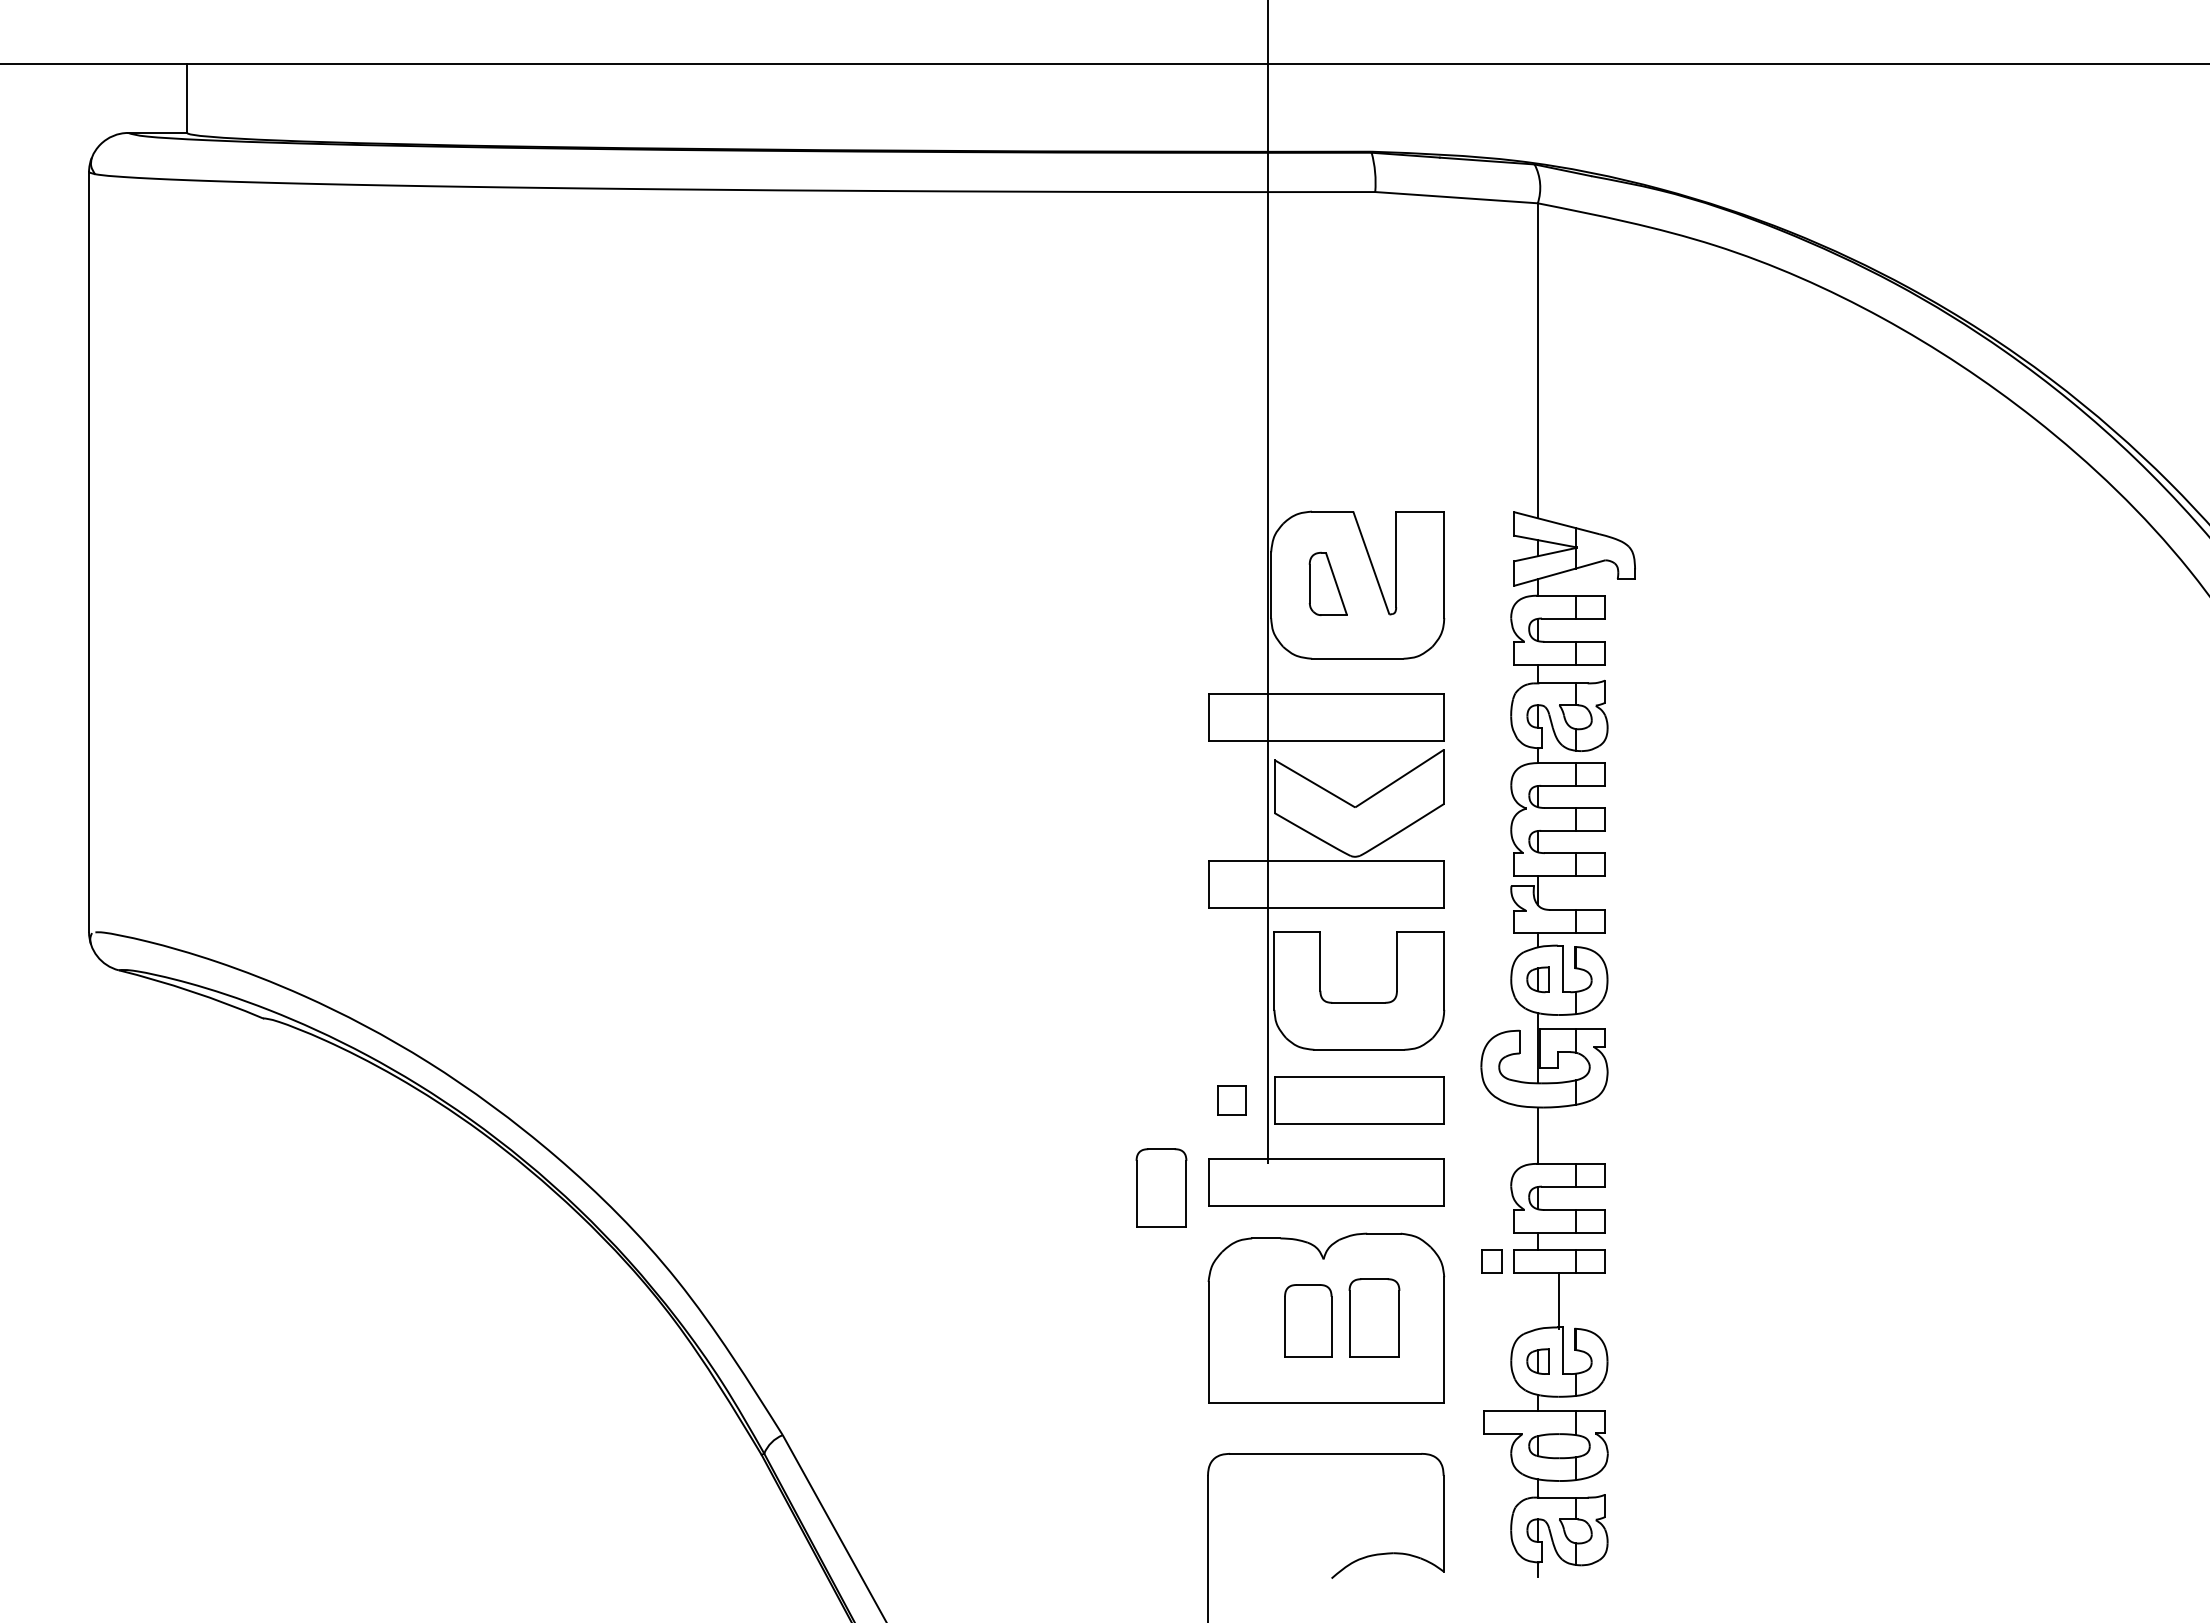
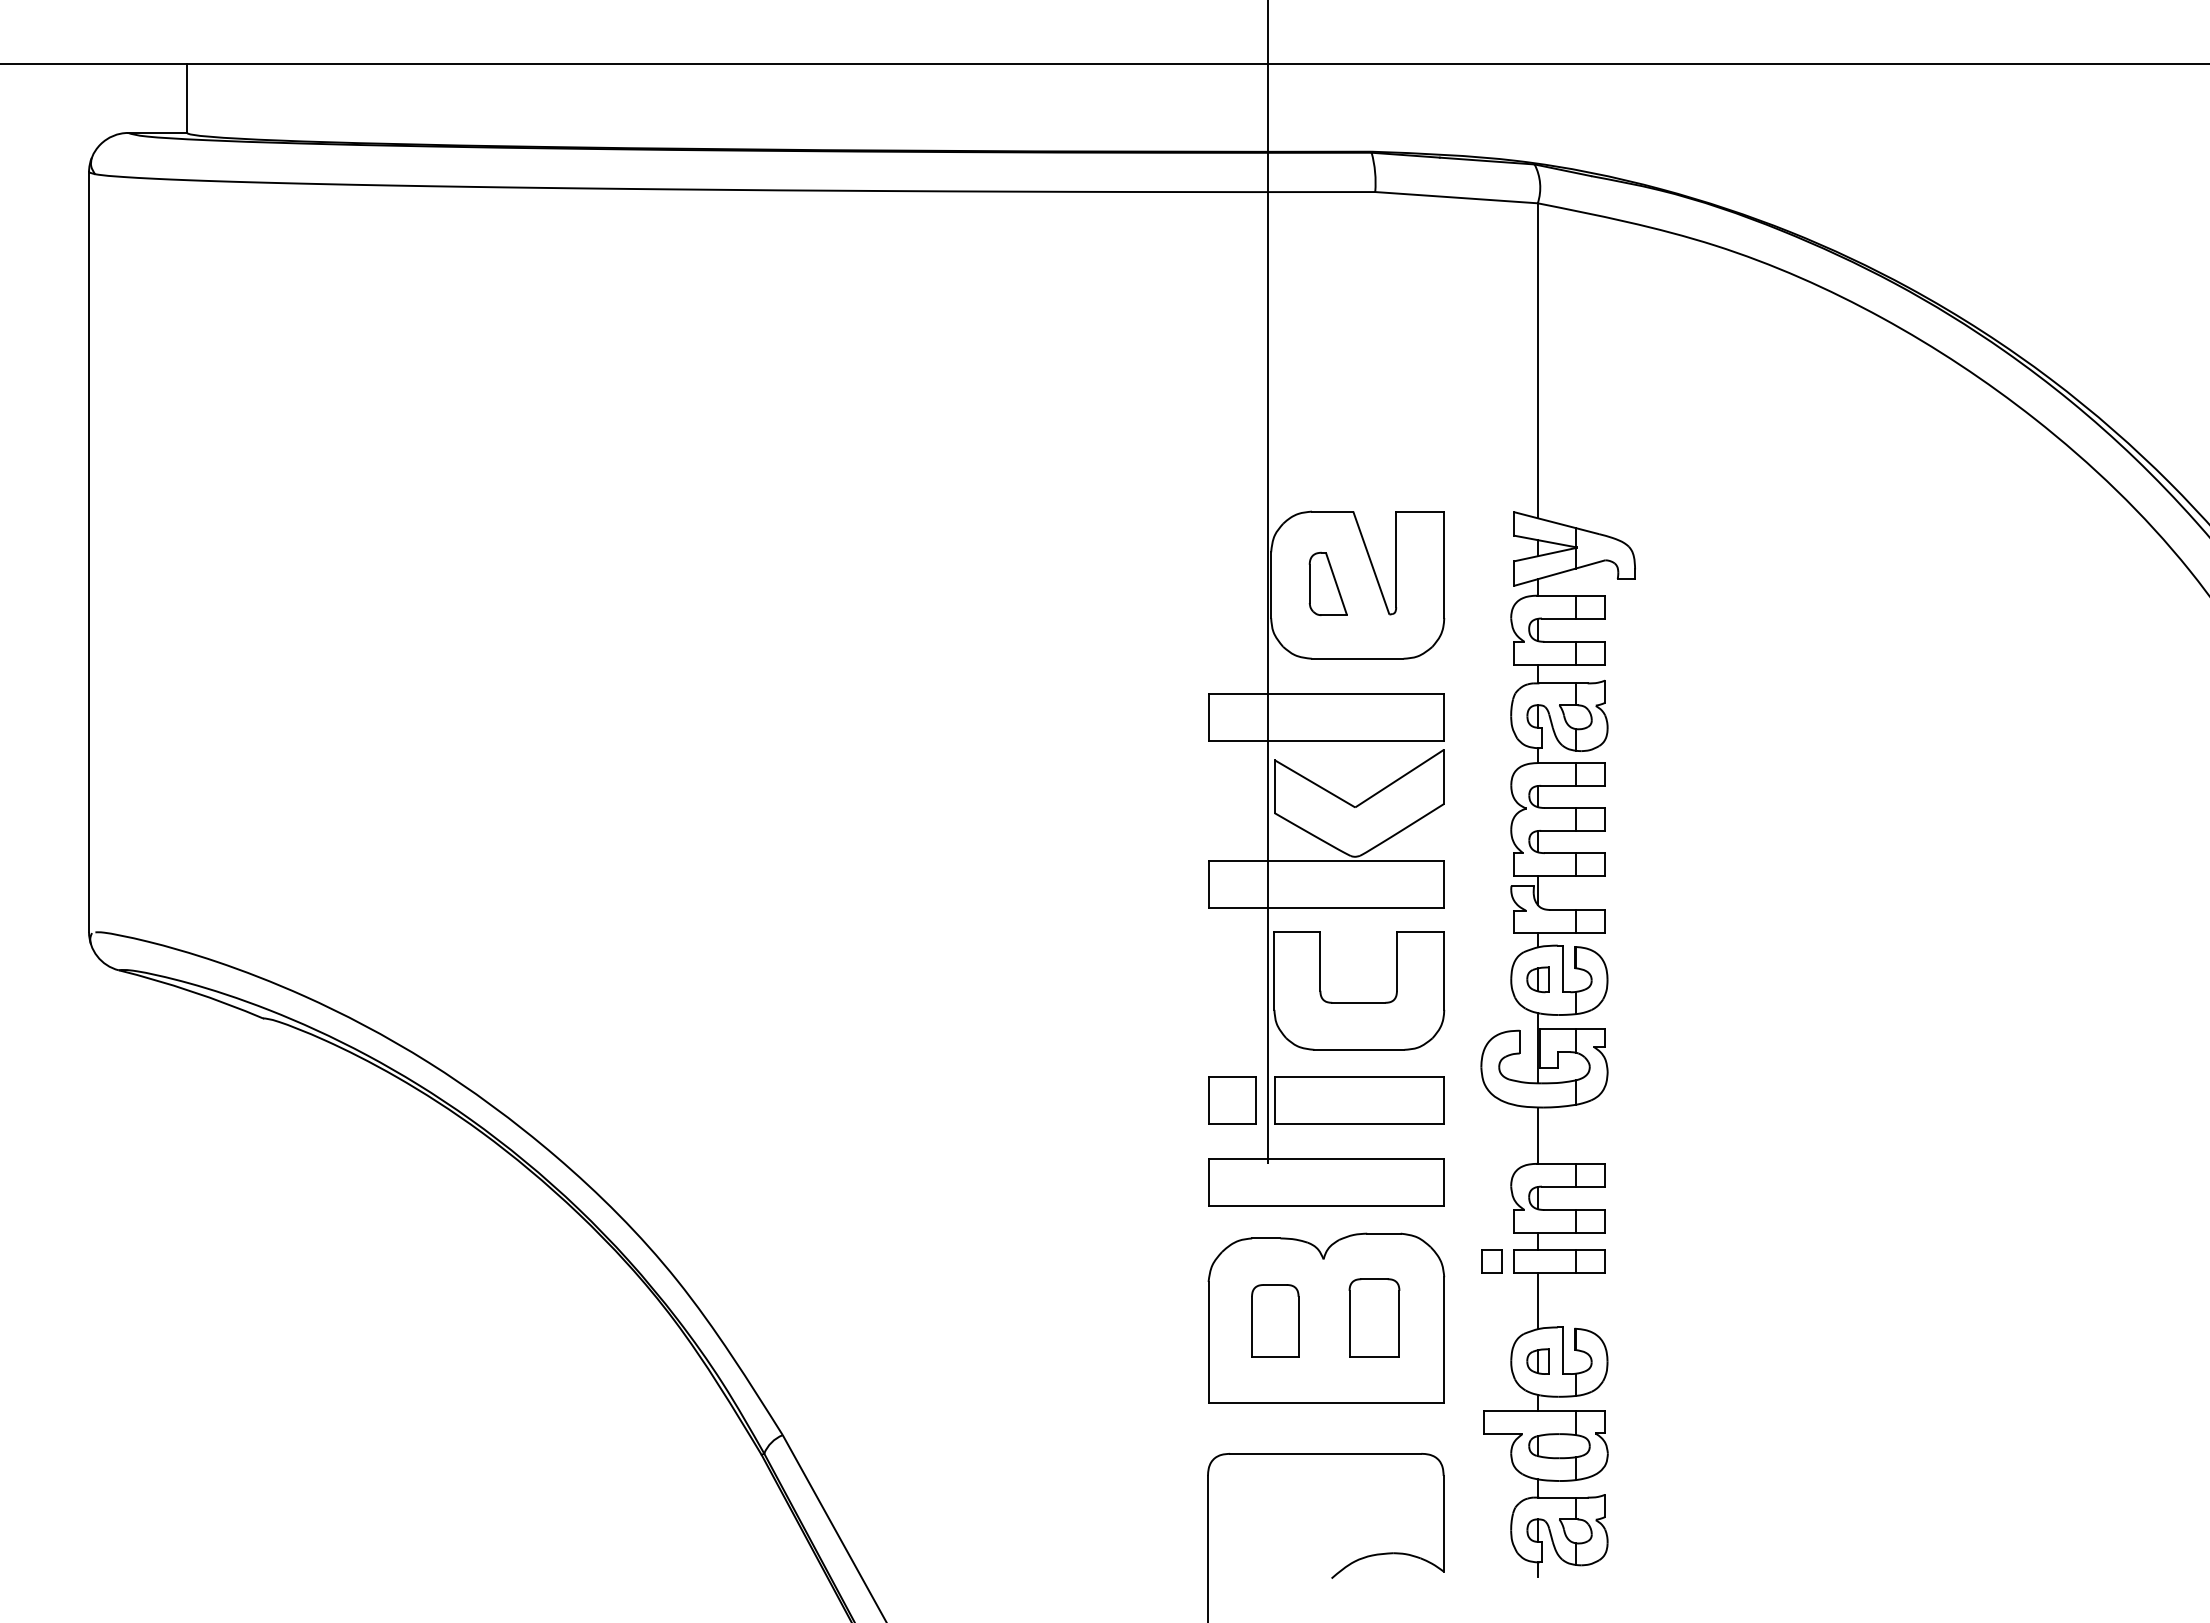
part at (1231, 1100) size: 30x31 px -> 49x49 px
part at (1161, 1187): present -> none
line at (1558, 1300) position: (1558, 1300) -> (1537, 1300)
part at (1308, 1320) position: (1308, 1320) -> (1275, 1320)
